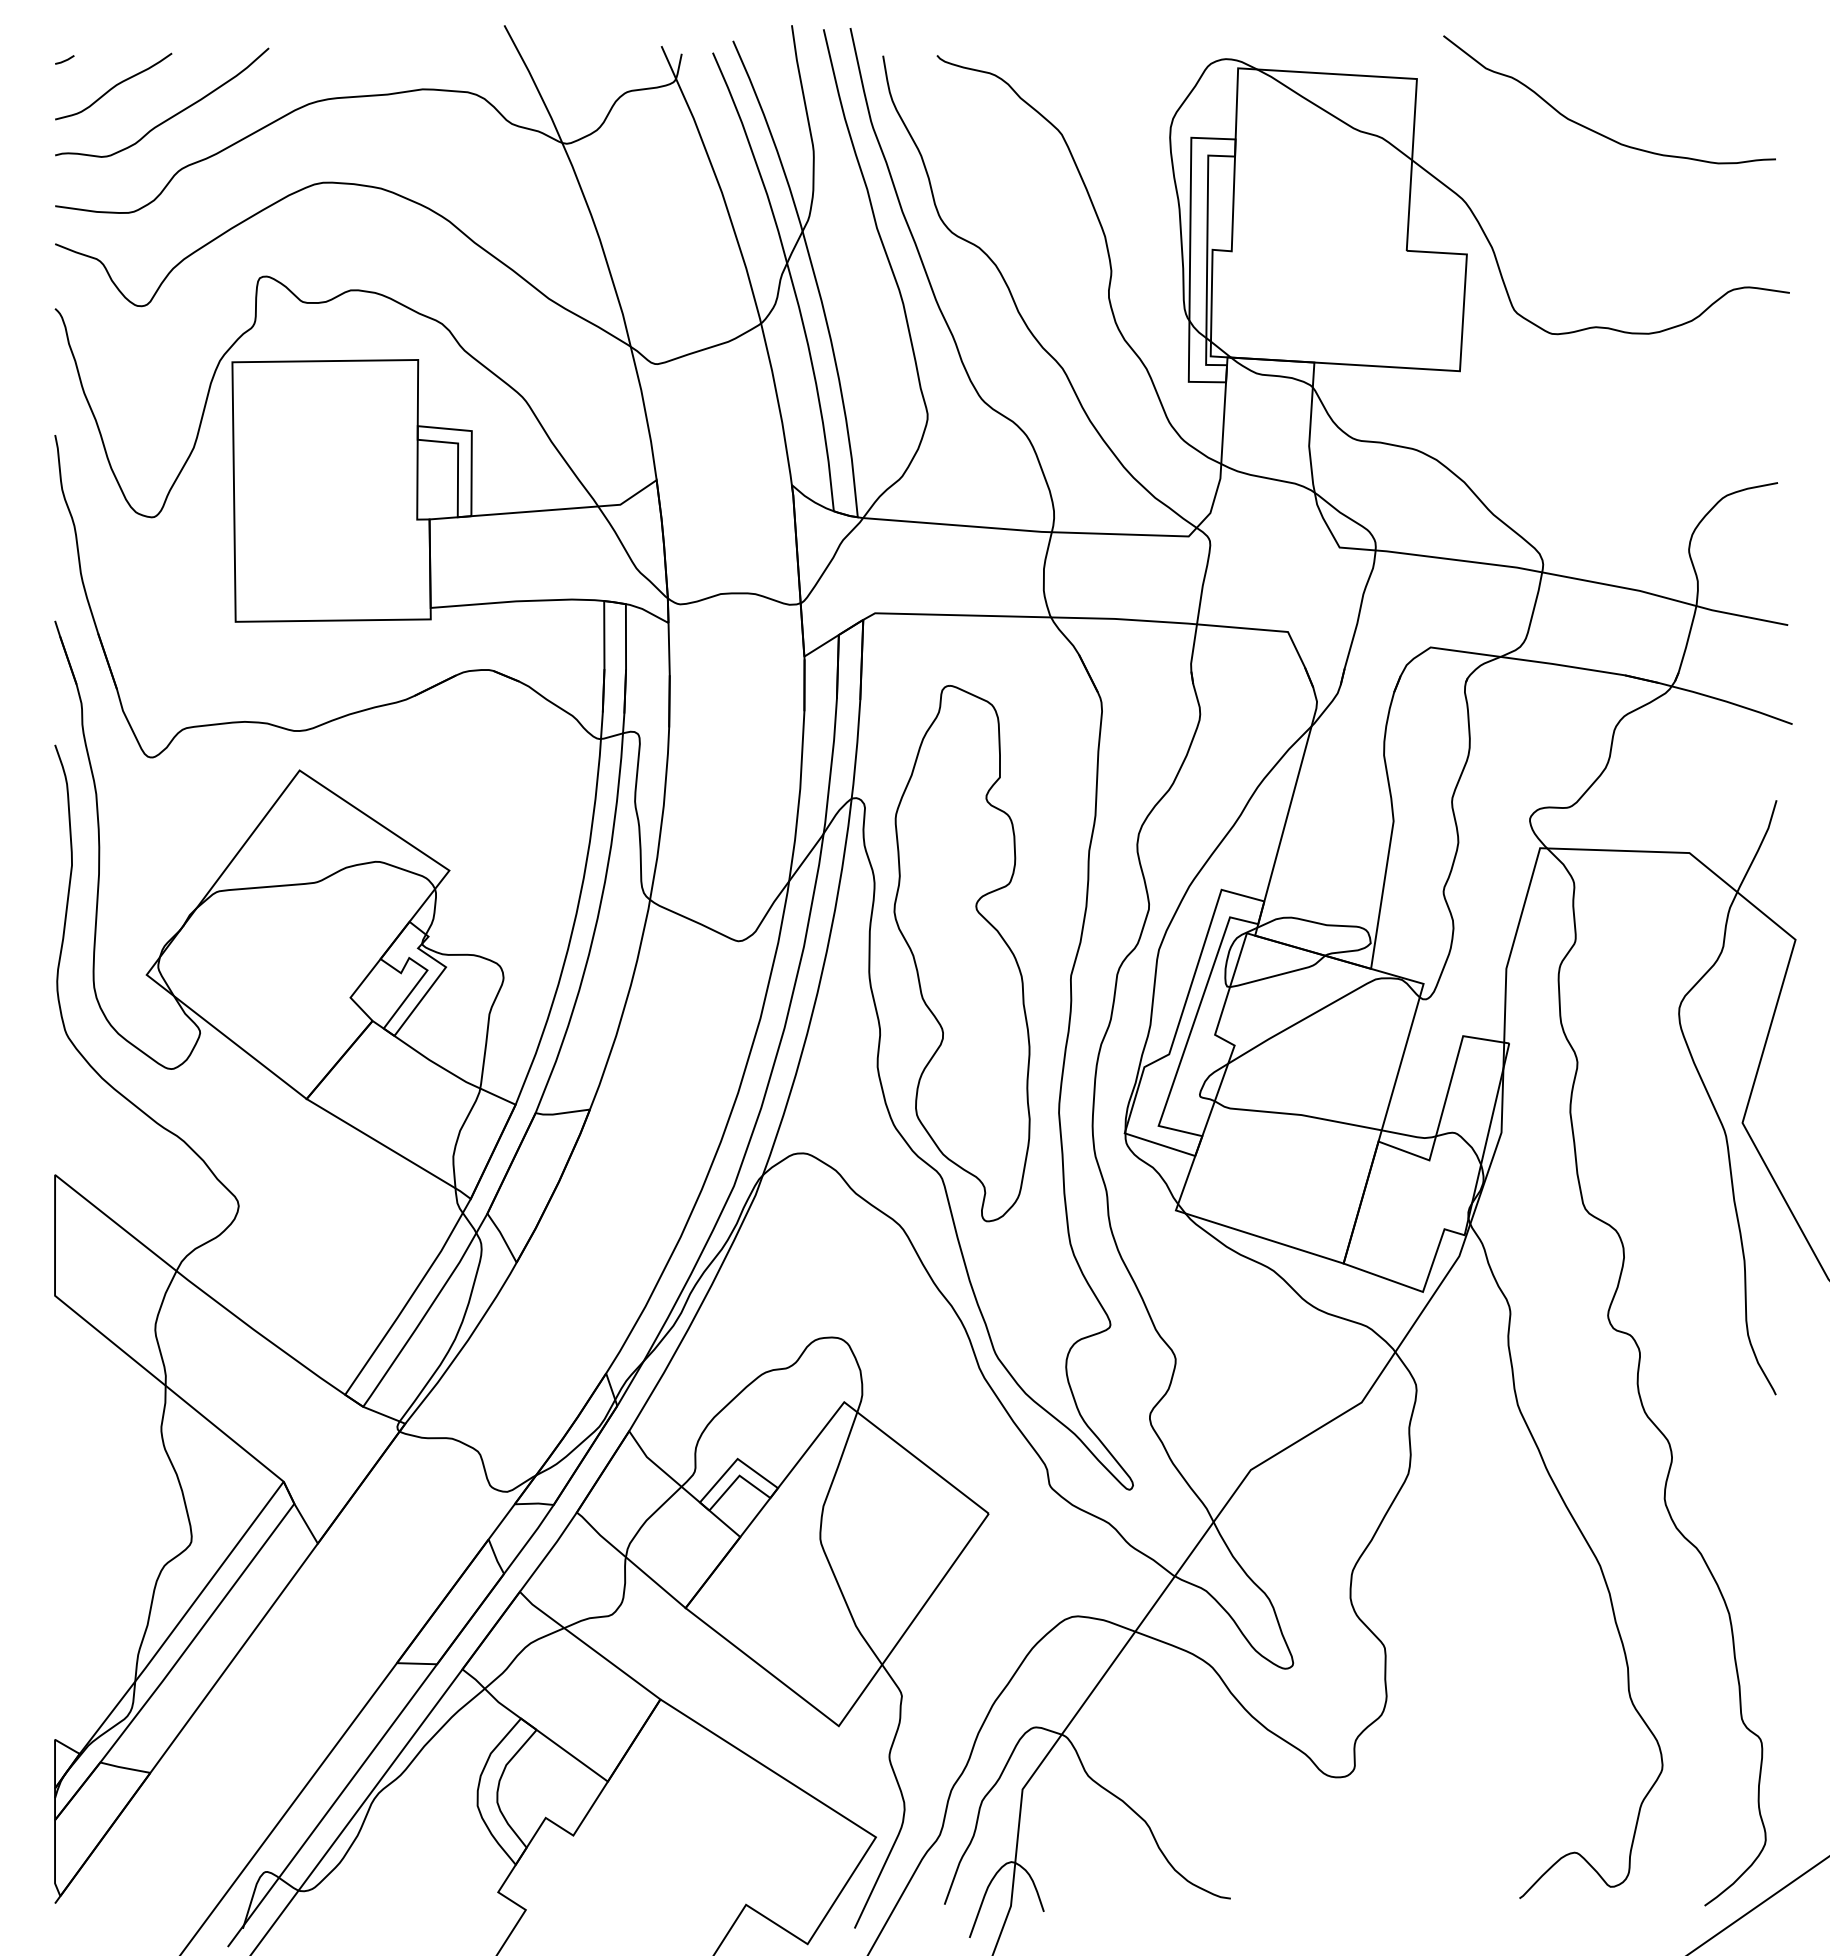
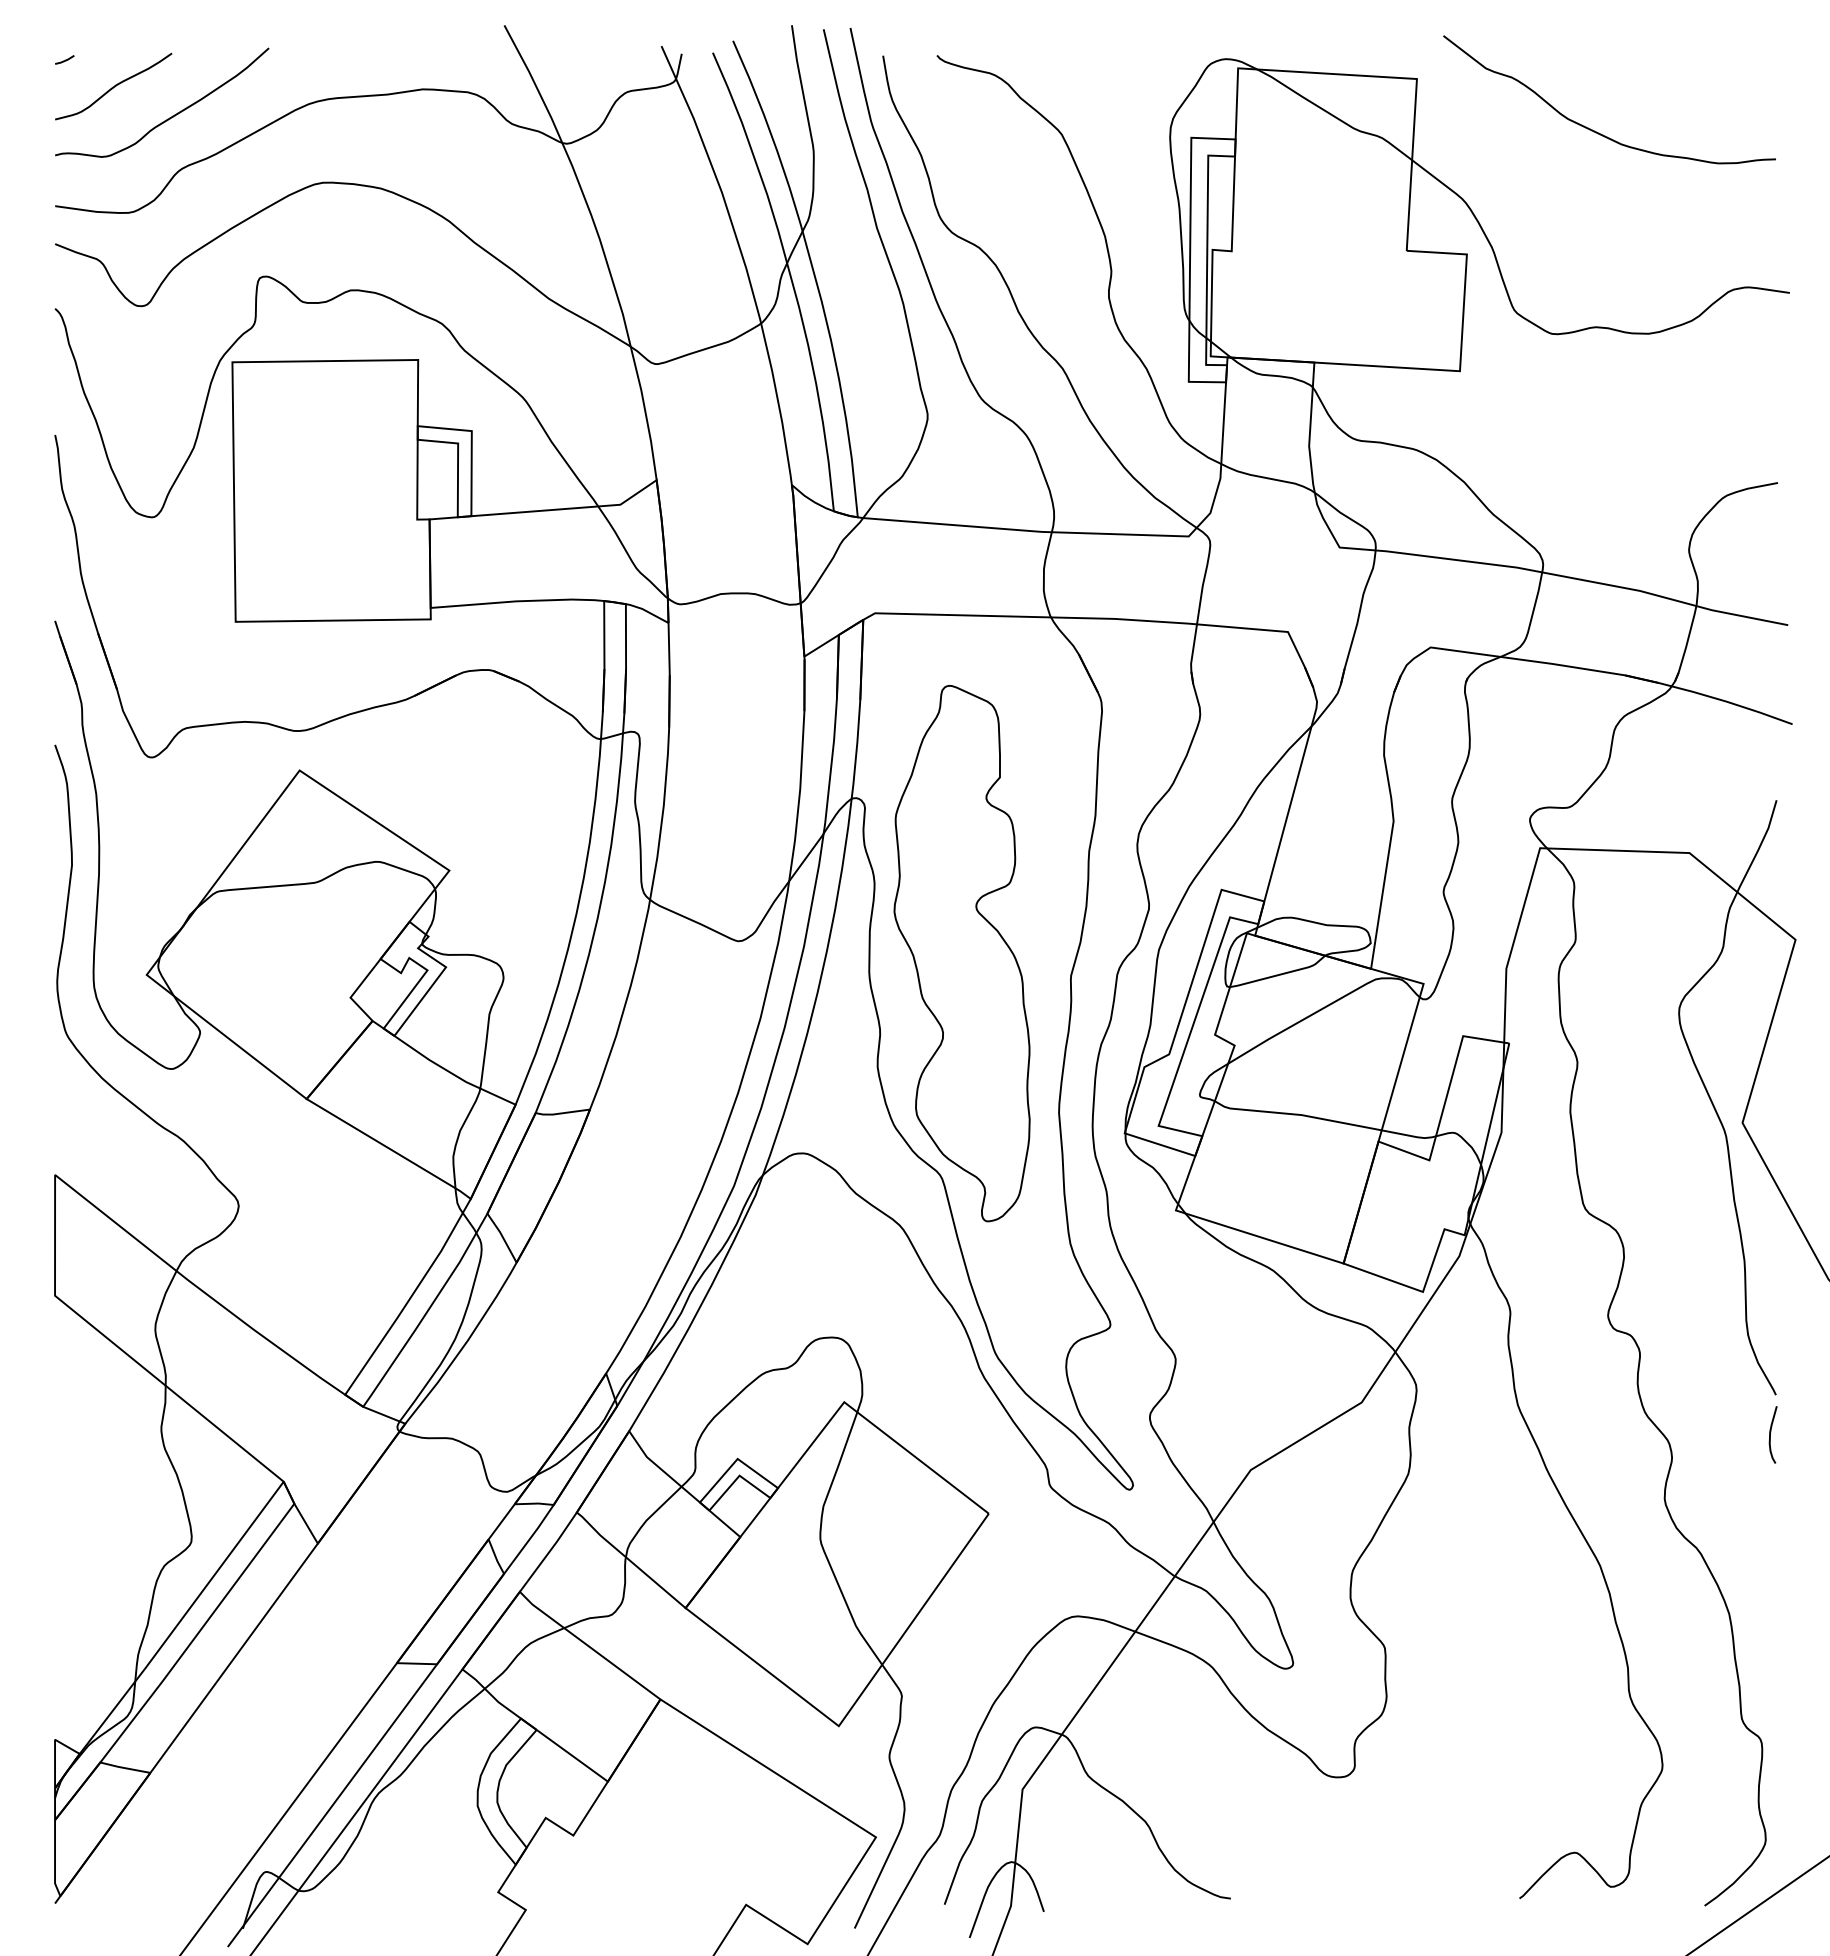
curve at (1770, 1434): none -> present
